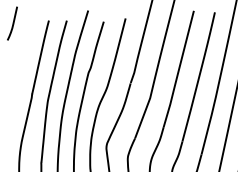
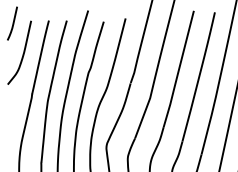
curve at (22, 54): none -> present
